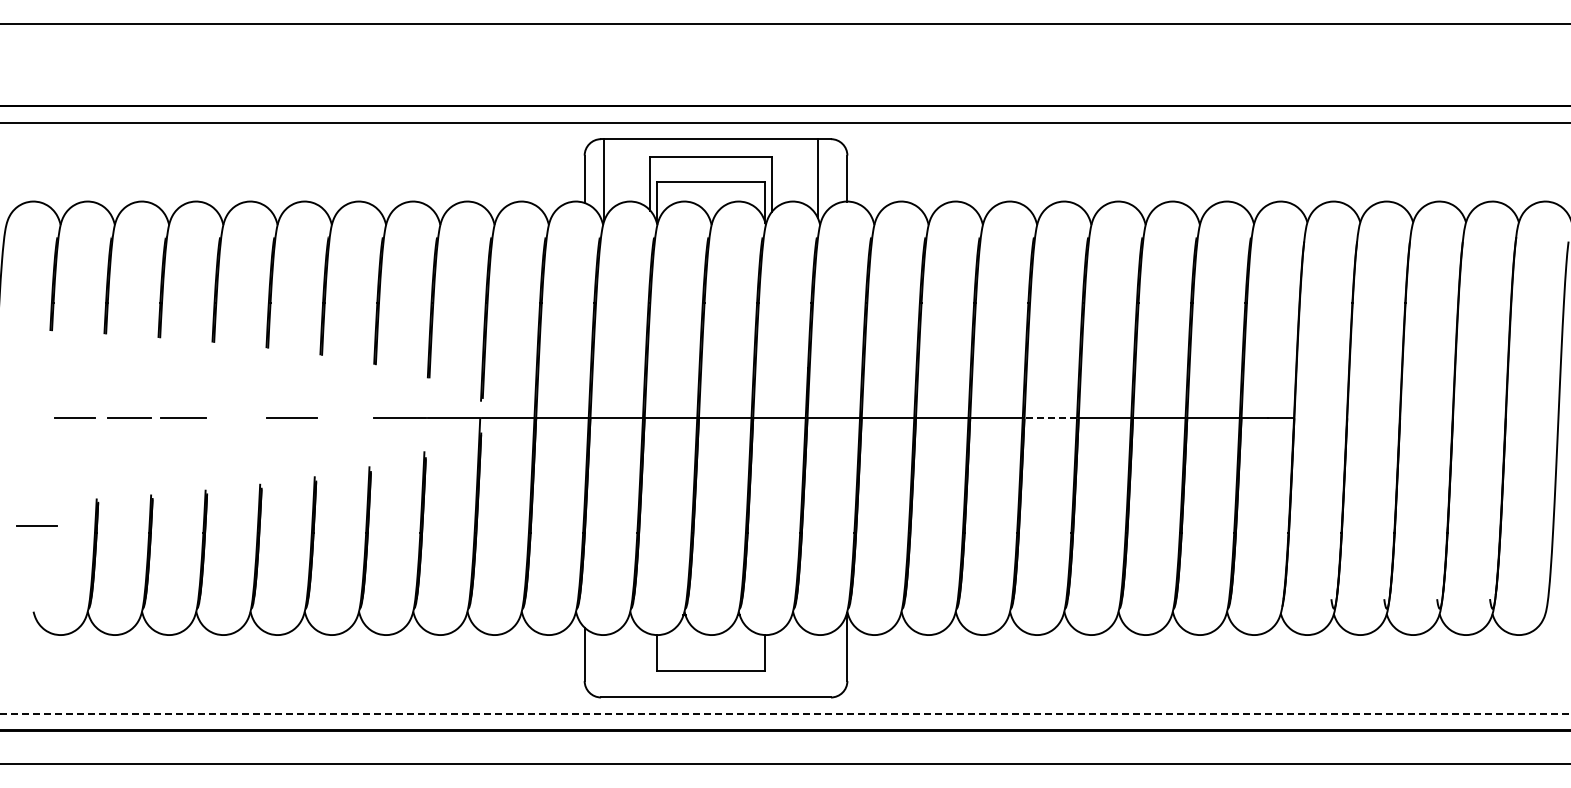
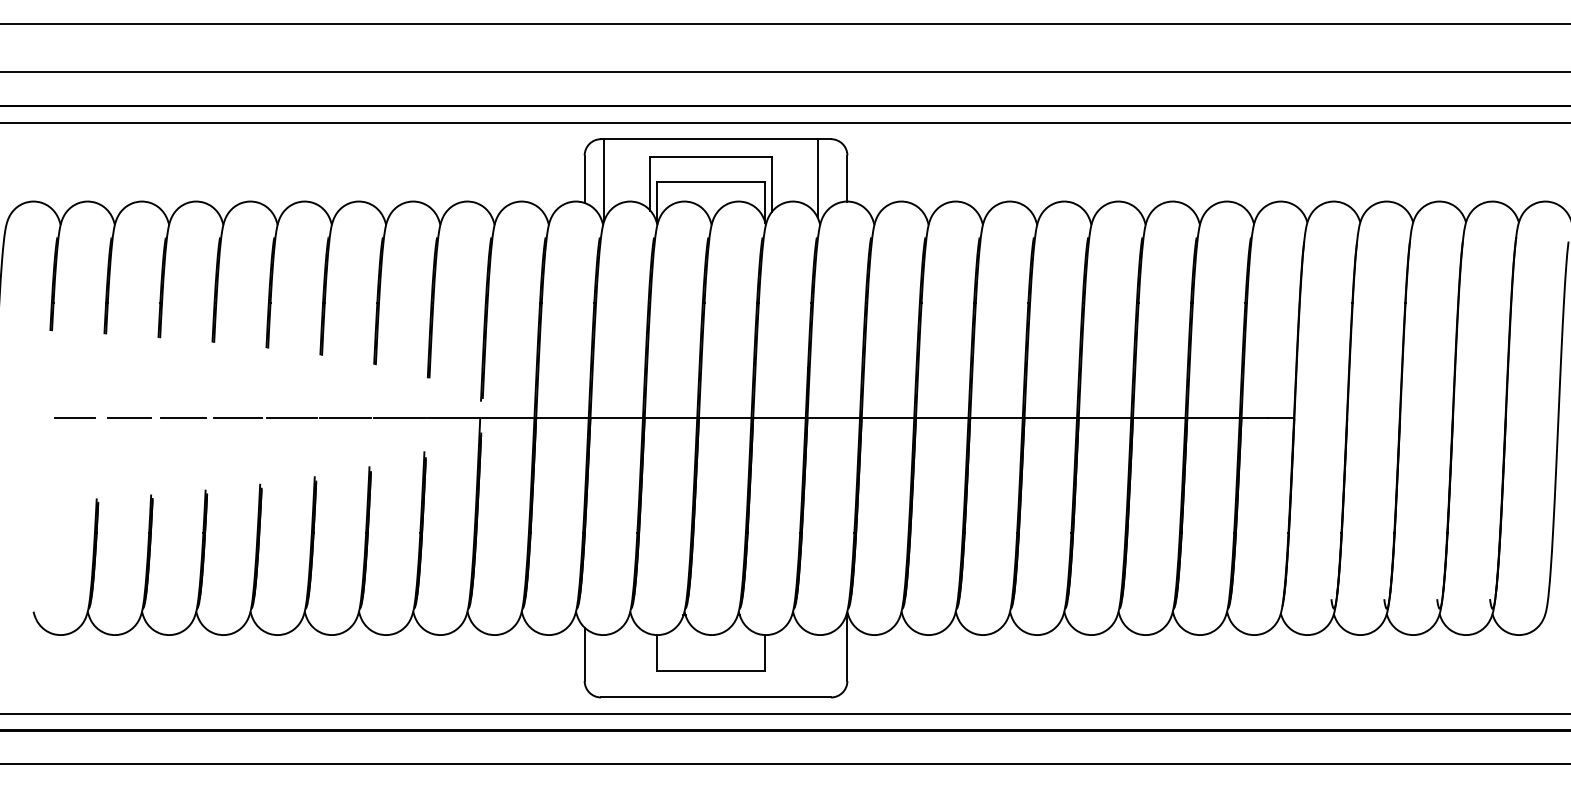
line at (784, 72): none -> present
line at (237, 418): none -> present
line at (345, 418): none -> present
line at (1050, 418): dashed -> solid
line at (36, 525): present -> none
line at (785, 713): dashed -> solid
